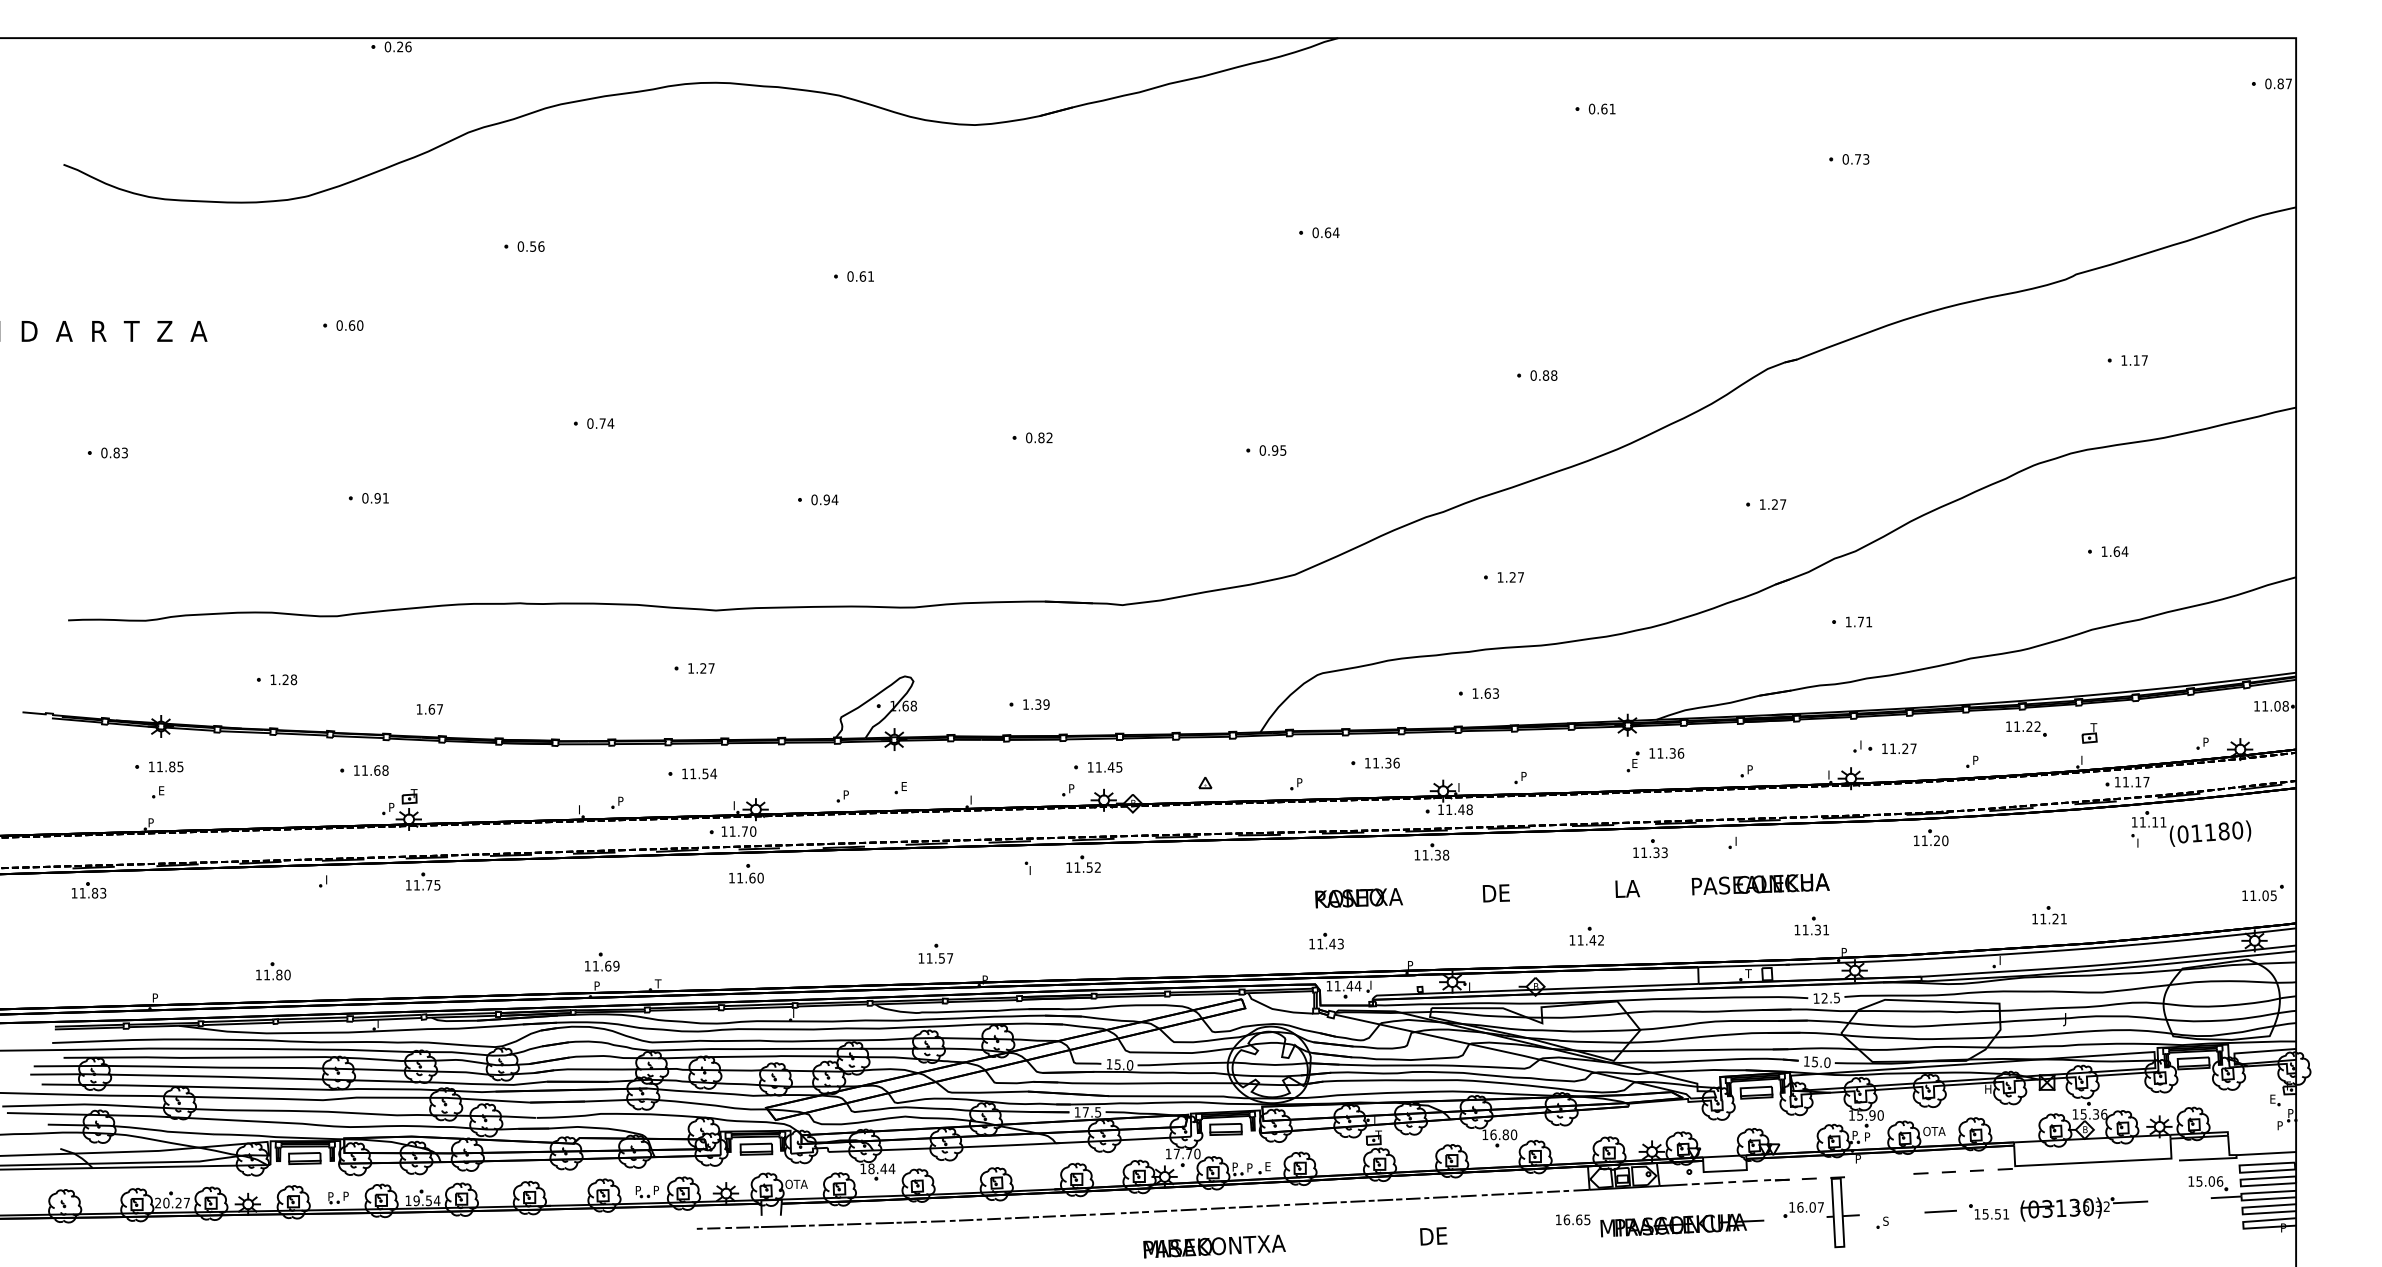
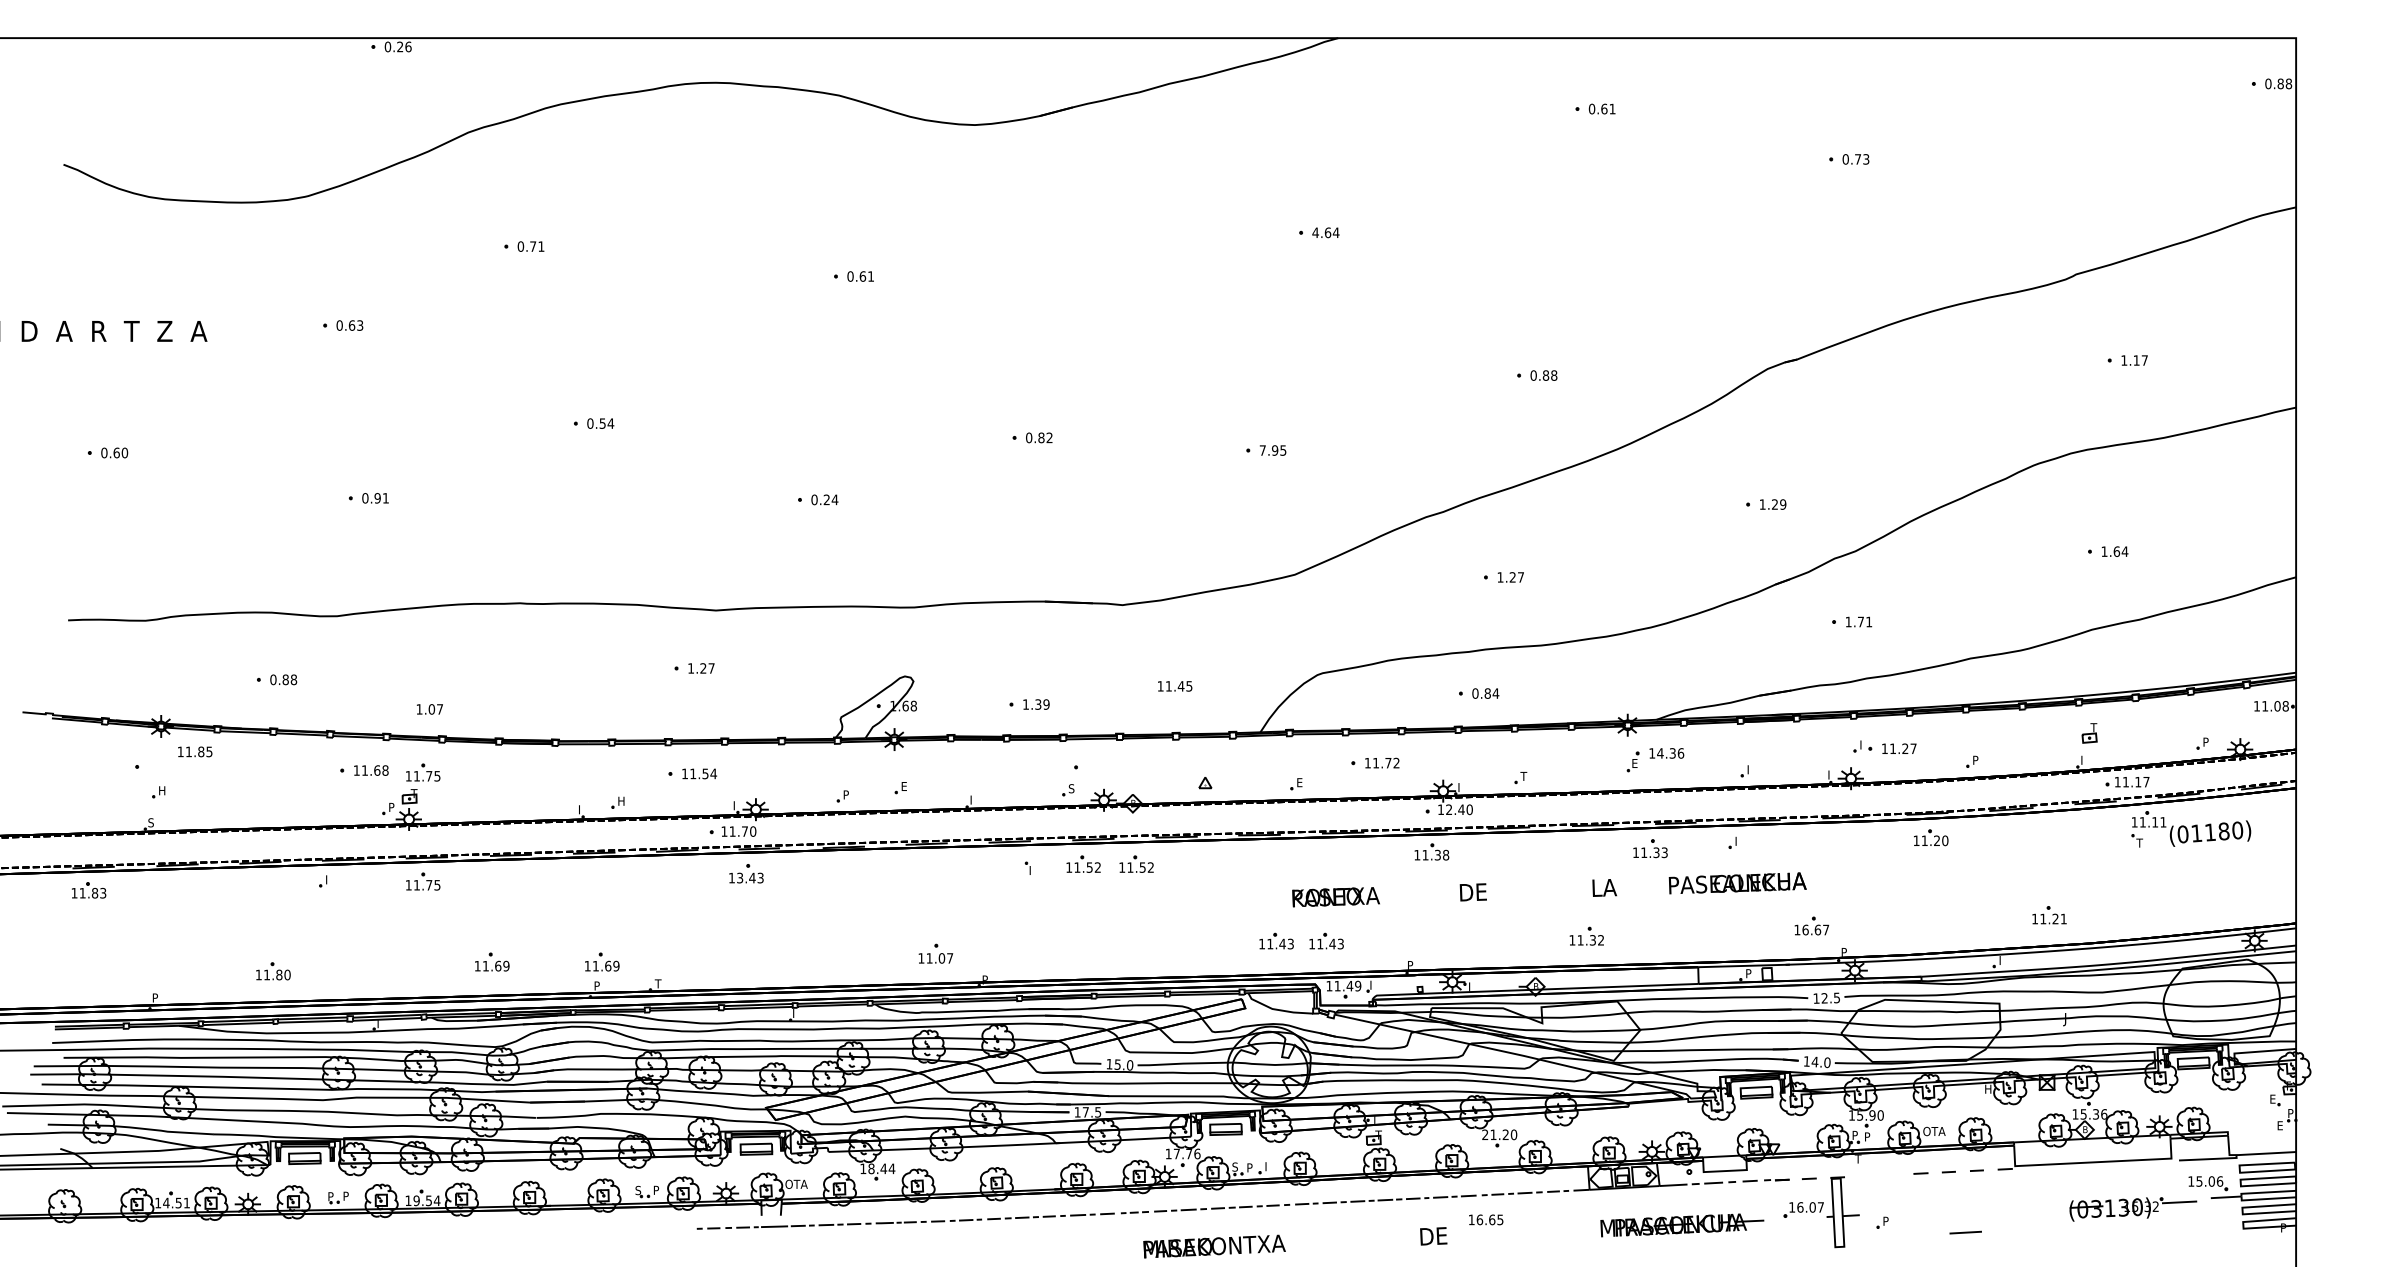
text at (2288, 83): 0.87 -> 0.88
text at (1315, 232): 0.64 -> 4.64
text at (537, 246): 0.56 -> 0.71
text at (360, 325): 0.60 -> 0.63
text at (602, 423): 0.74 -> 0.54
text at (1262, 450): 0.95 -> 7.95
text at (120, 452): 0.83 -> 0.60
text at (826, 499): 0.94 -> 0.24
text at (1783, 504): 1.27 -> 1.29
text at (279, 679): 1.28 -> 0.88
text at (1485, 693): 1.63 -> 0.84
text at (431, 709): 1.67 -> 1.07
part at (2026, 728): present -> none
text at (1660, 753): 11.36 -> 14.36
text at (1392, 762): 11.36 -> 11.72
text at (166, 766) position: (166, 766) -> (195, 751)
text at (1105, 767) position: (1105, 767) -> (1175, 686)
text at (1750, 767): P -> I
part at (423, 772): none -> present
text at (1523, 775): P -> T
text at (1300, 782): P -> E
text at (1071, 788): P -> S
text at (162, 790): E -> H
text at (621, 800): P -> H
text at (1459, 809): 11.48 -> 12.40
text at (150, 822): P -> S
text at (2139, 842): I -> T
part at (1136, 863): none -> present
text at (750, 877): 11.60 -> 13.43
text at (1572, 890) position: (1572, 890) -> (1549, 889)
part at (2262, 892): present -> none
text at (1815, 929): 11.31 -> 16.67
part at (1276, 940): none -> present
text at (1592, 940): 11.42 -> 11.32
text at (941, 958): 11.57 -> 11.07
part at (492, 961): none -> present
text at (1748, 973): T -> P
text at (1357, 985): 11.44 -> 11.49
text at (1814, 1061): 15.0 -> 14.0
text at (2280, 1125): P -> E
text at (1495, 1134): 16.80 -> 21.20
text at (1197, 1153): 17.70 -> 17.76
text at (1857, 1158): P -> T
text at (1234, 1166): P -> S
text at (1268, 1166): E -> I
text at (638, 1190): P -> S
text at (172, 1202): 20.27 -> 14.51
part at (2084, 1209) position: (2084, 1209) -> (2133, 1209)
line at (1940, 1211) position: (1940, 1211) -> (1965, 1232)
part at (1988, 1211): present -> none
text at (1573, 1219) position: (1573, 1219) -> (1486, 1219)
text at (1885, 1220): S -> P
